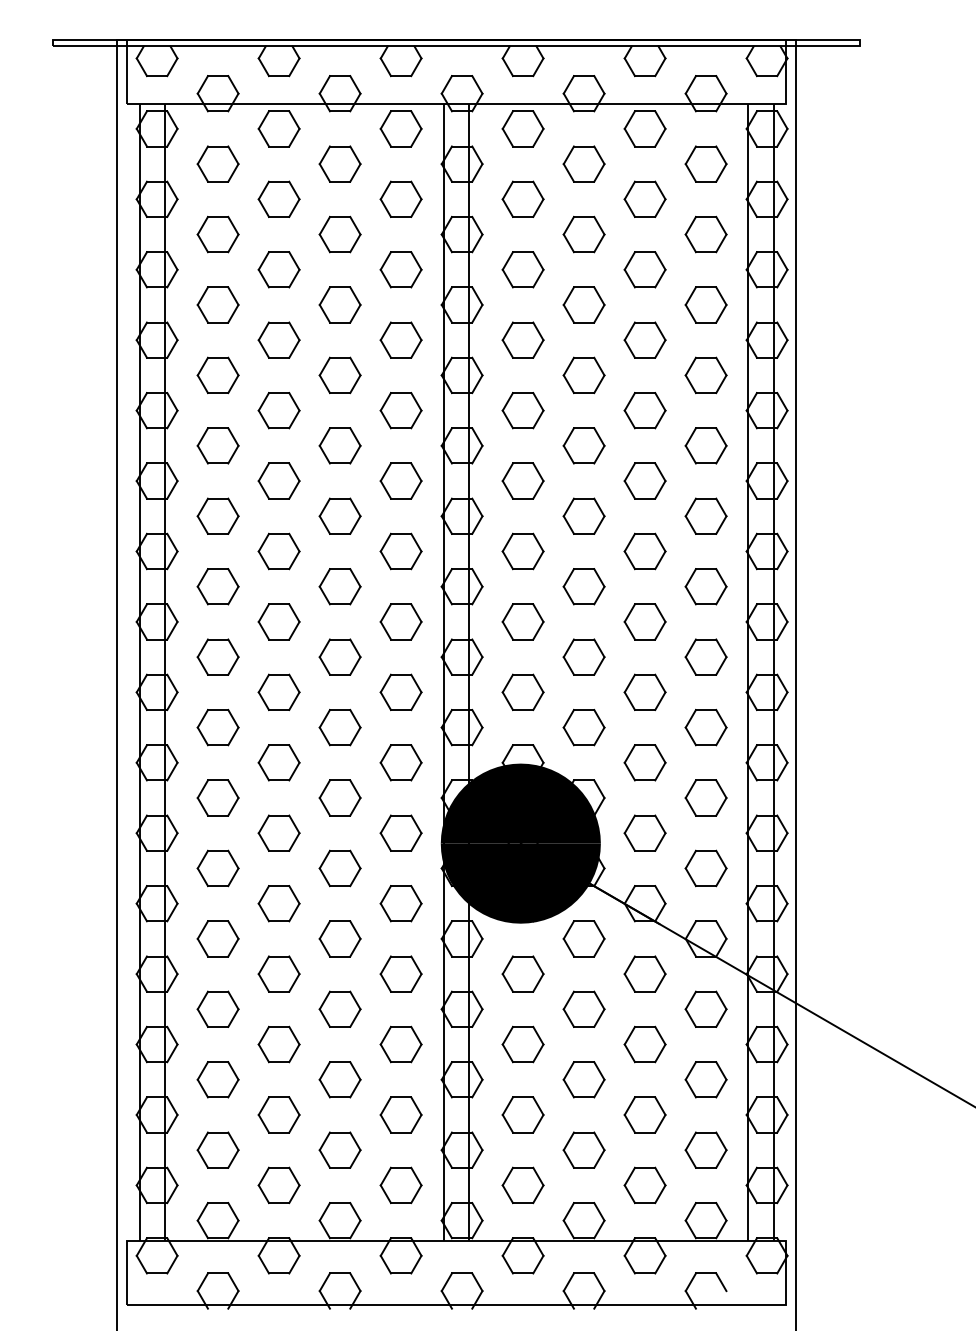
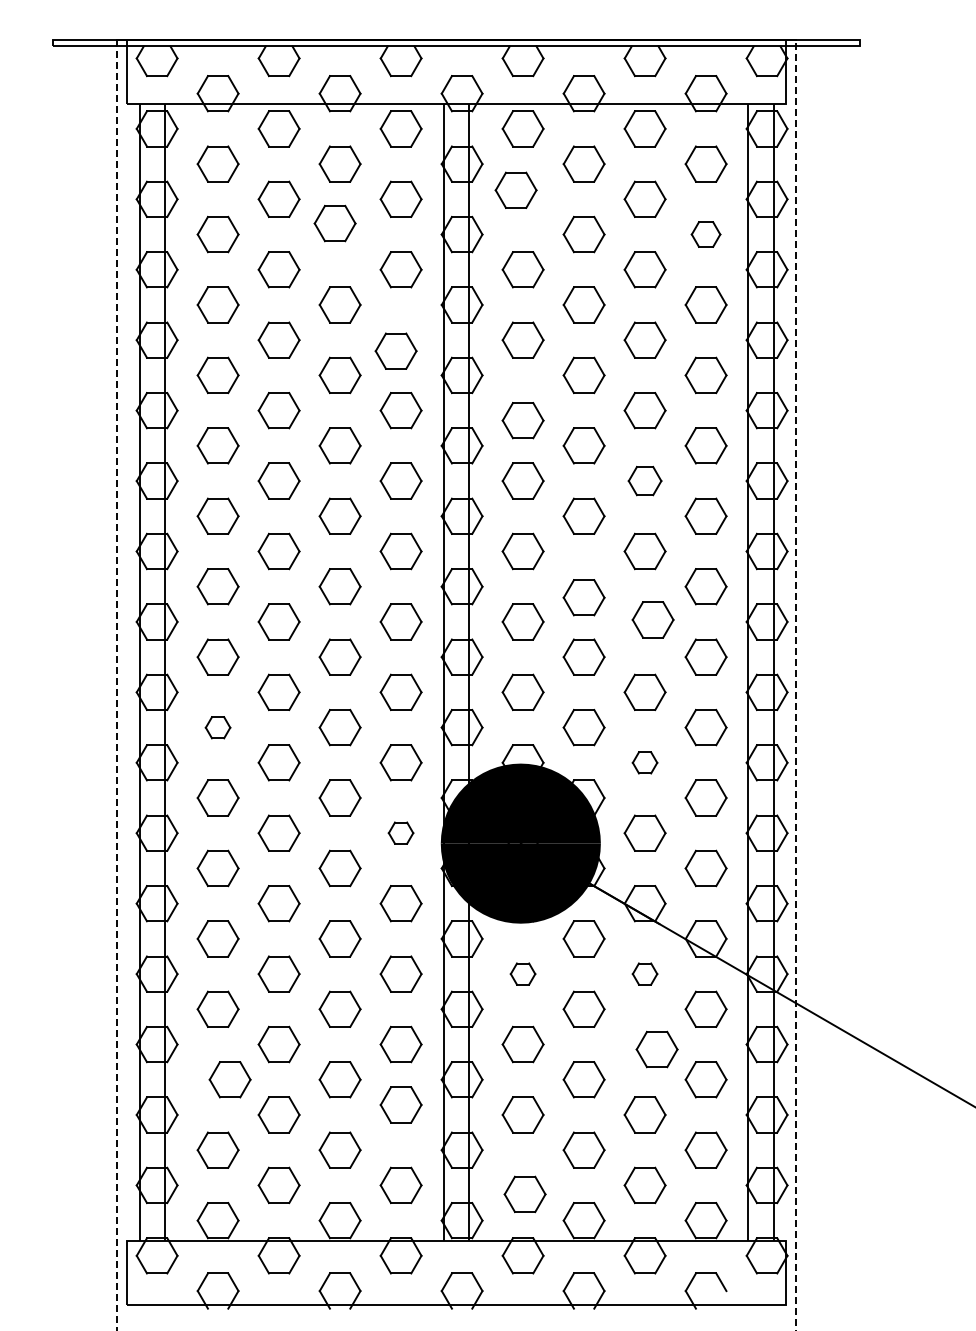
part at (522, 198) position: (522, 198) -> (515, 189)
part at (339, 234) position: (339, 234) -> (334, 223)
part at (705, 234) size: 44x39 px -> 32x27 px
part at (400, 339) position: (400, 339) -> (395, 350)
part at (522, 410) position: (522, 410) -> (522, 420)
part at (644, 480) size: 44x38 px -> 36x32 px
part at (583, 586) position: (583, 586) -> (583, 597)
part at (644, 621) position: (644, 621) -> (652, 619)
line at (795, 684): solid -> dashed
line at (117, 685): solid -> dashed
part at (217, 727) size: 44x38 px -> 28x24 px
part at (644, 762) size: 44x38 px -> 28x24 px
part at (400, 832) size: 44x38 px -> 28x24 px
part at (522, 973) size: 44x38 px -> 28x24 px
part at (644, 973) size: 44x38 px -> 28x24 px
part at (644, 1044) position: (644, 1044) -> (656, 1049)
part at (217, 1079) position: (217, 1079) -> (229, 1079)
part at (400, 1114) position: (400, 1114) -> (400, 1104)
part at (522, 1185) position: (522, 1185) -> (524, 1194)
